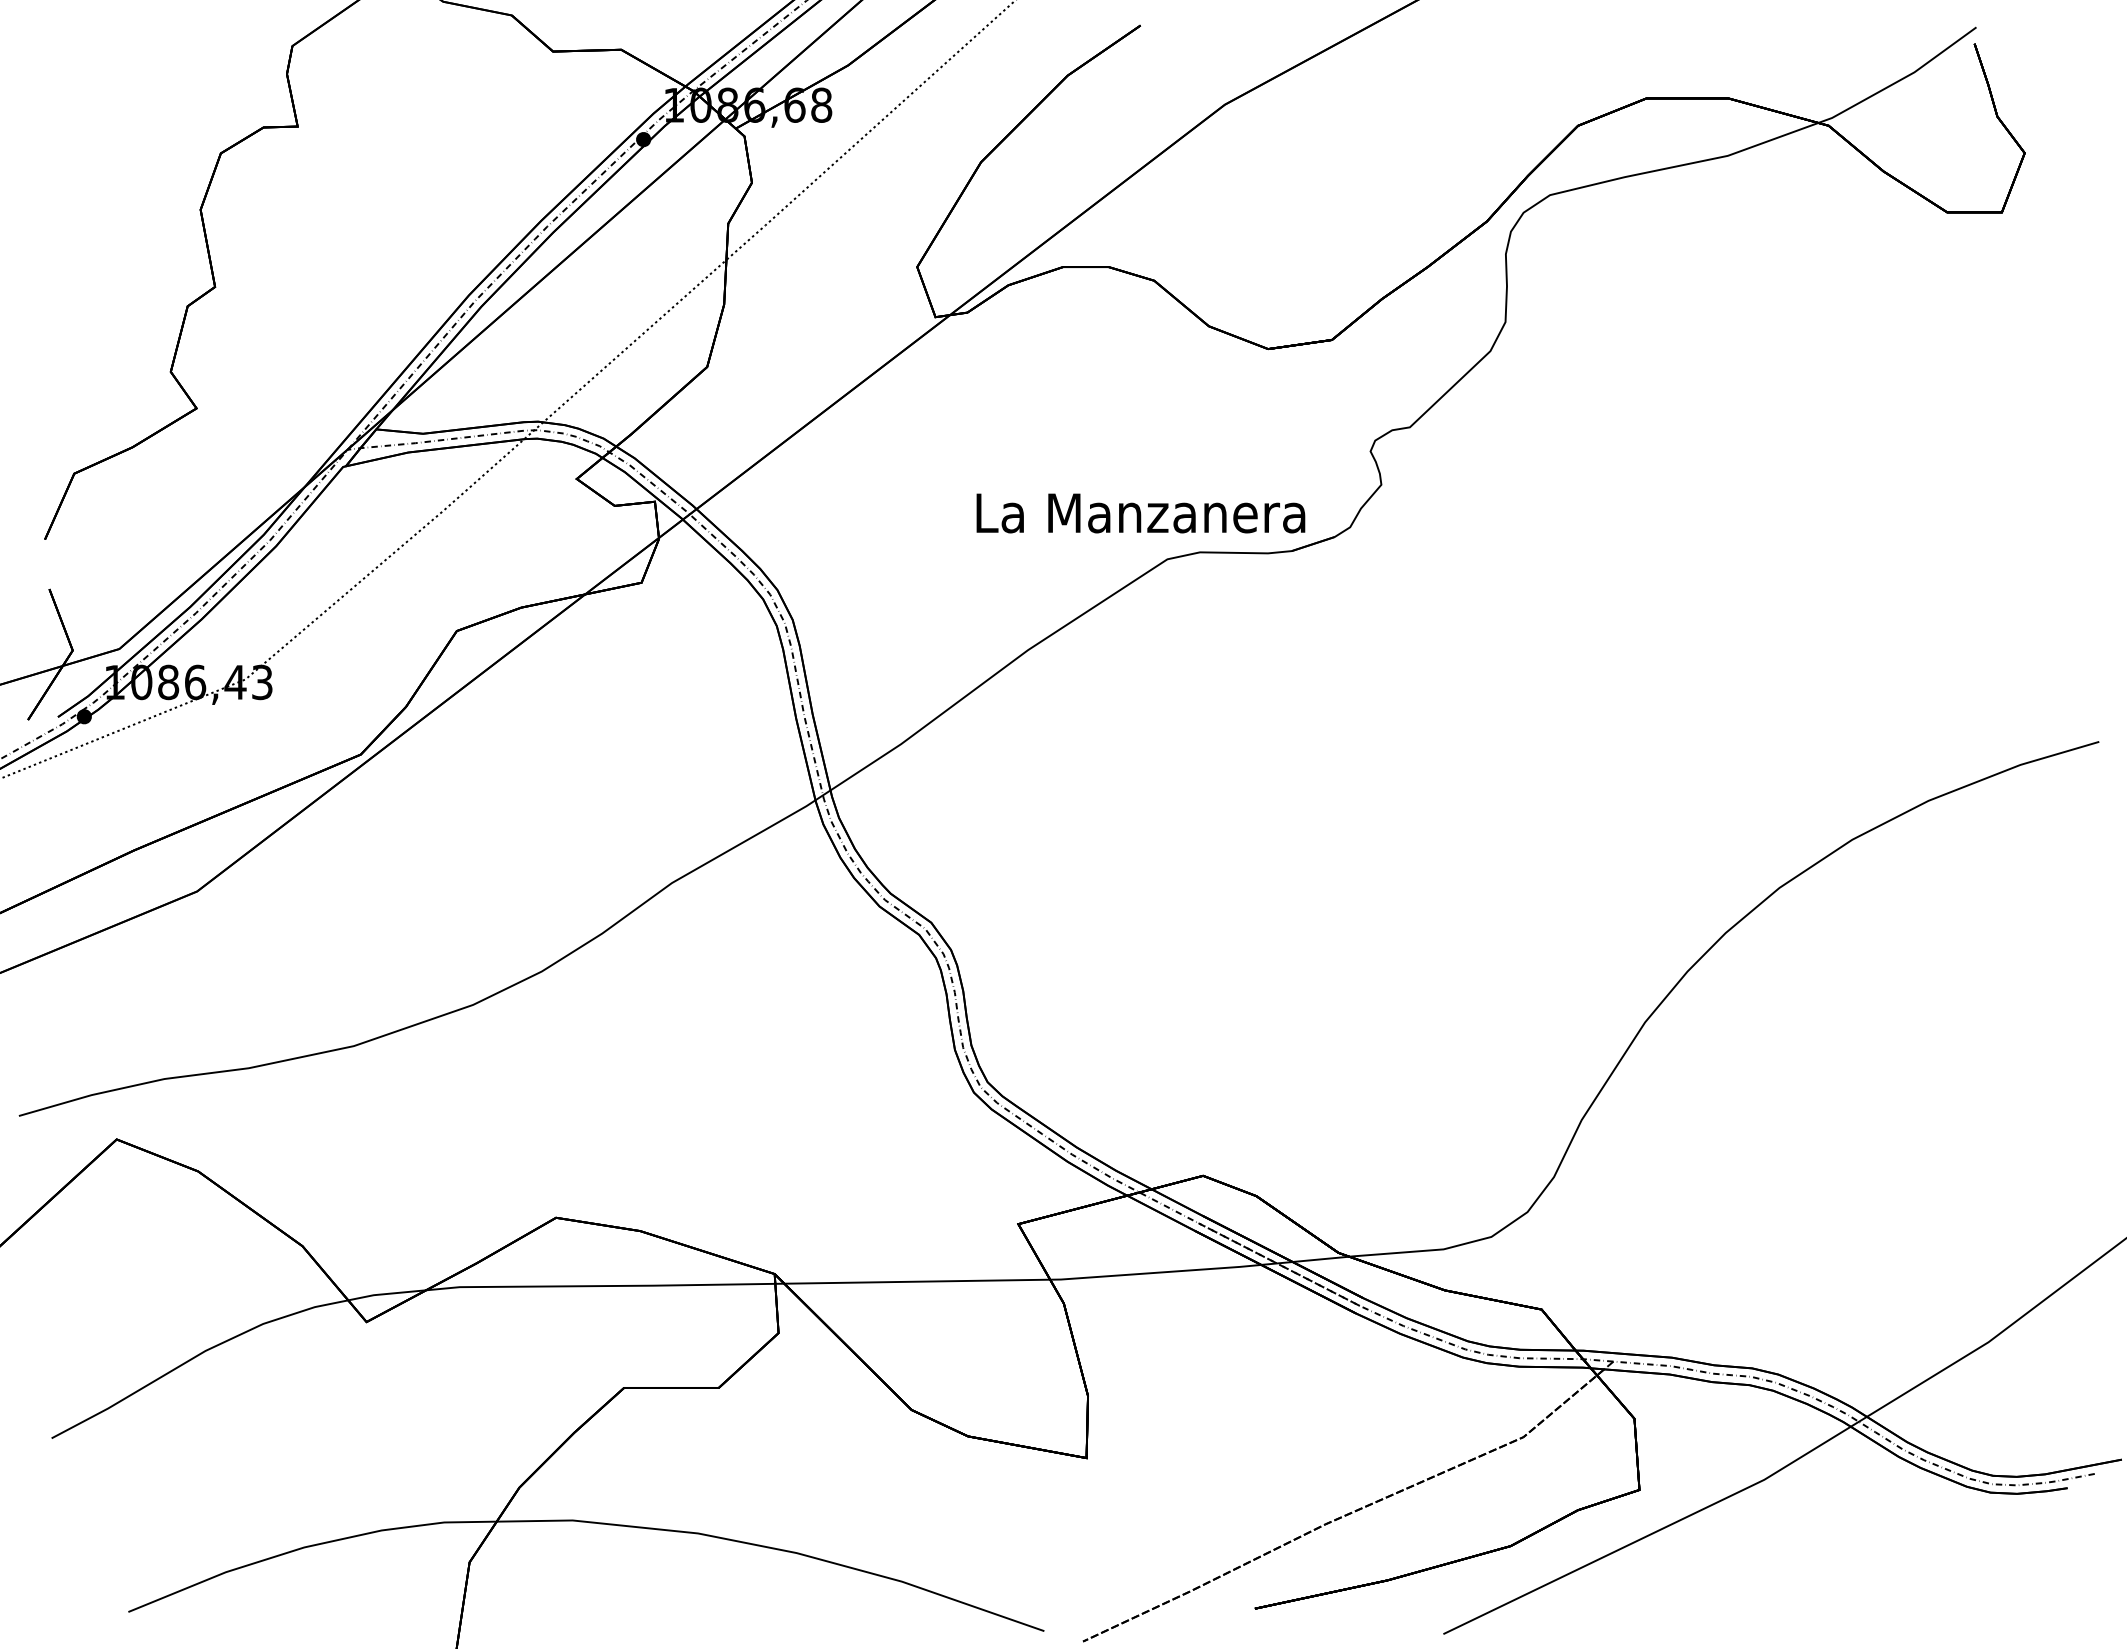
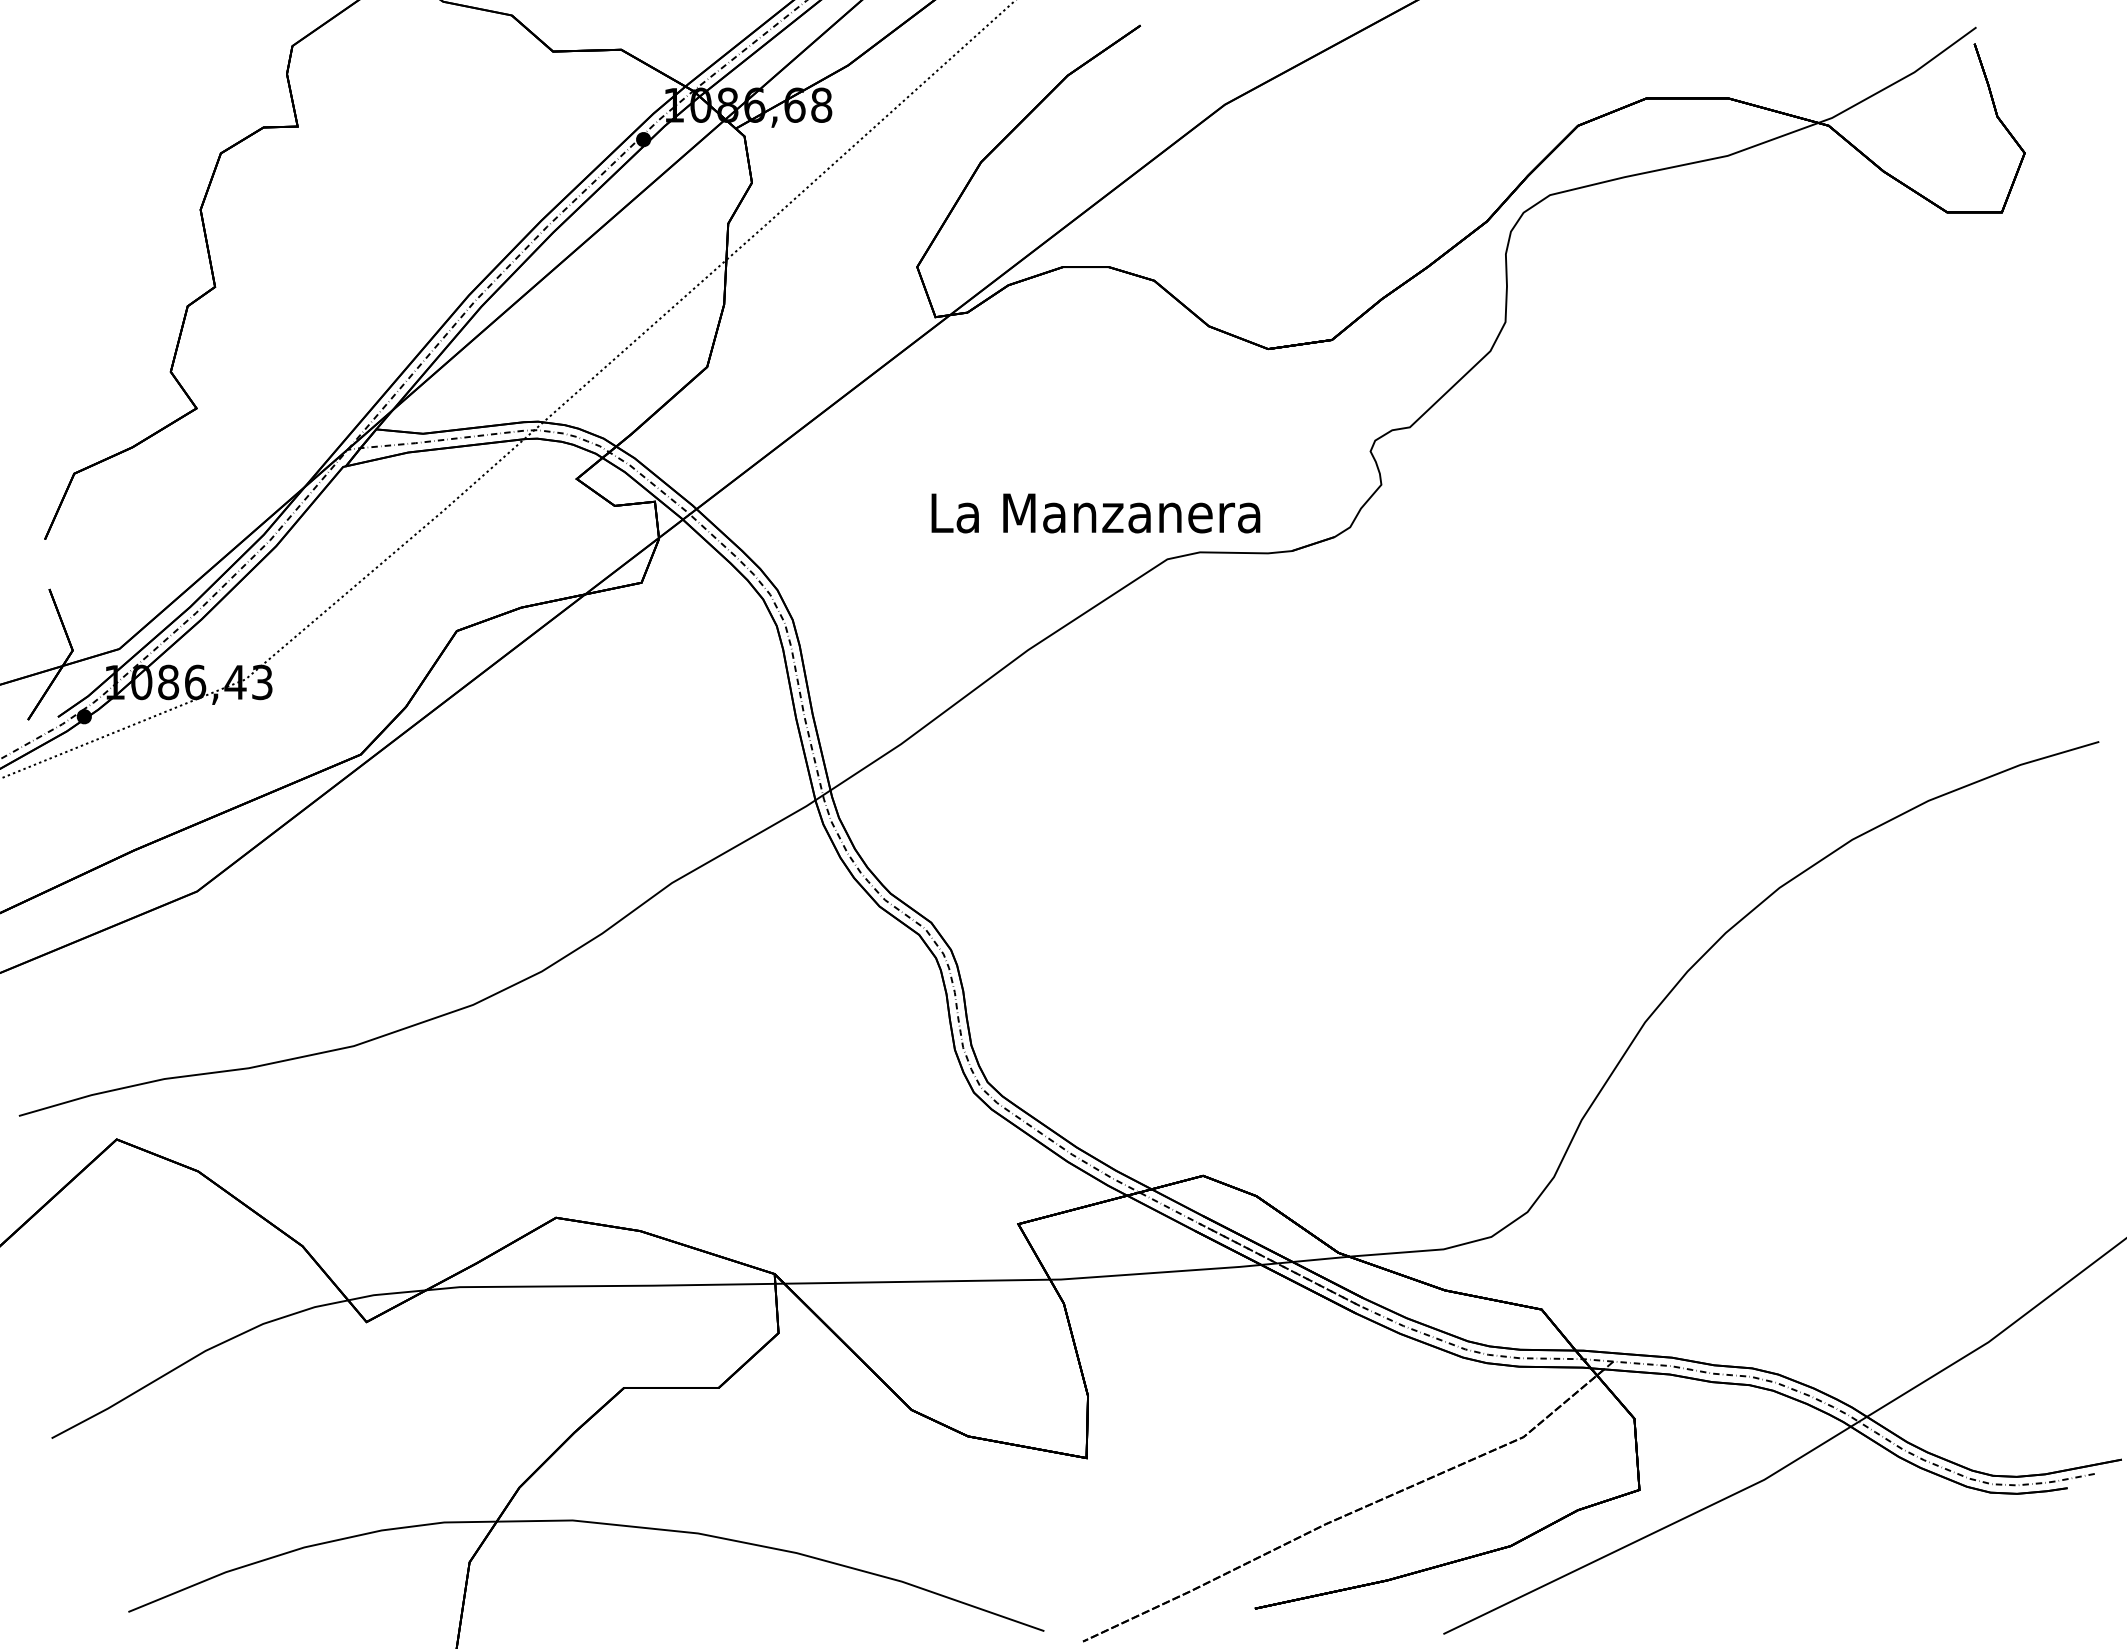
text at (1140, 513) position: (1140, 513) -> (1095, 513)
